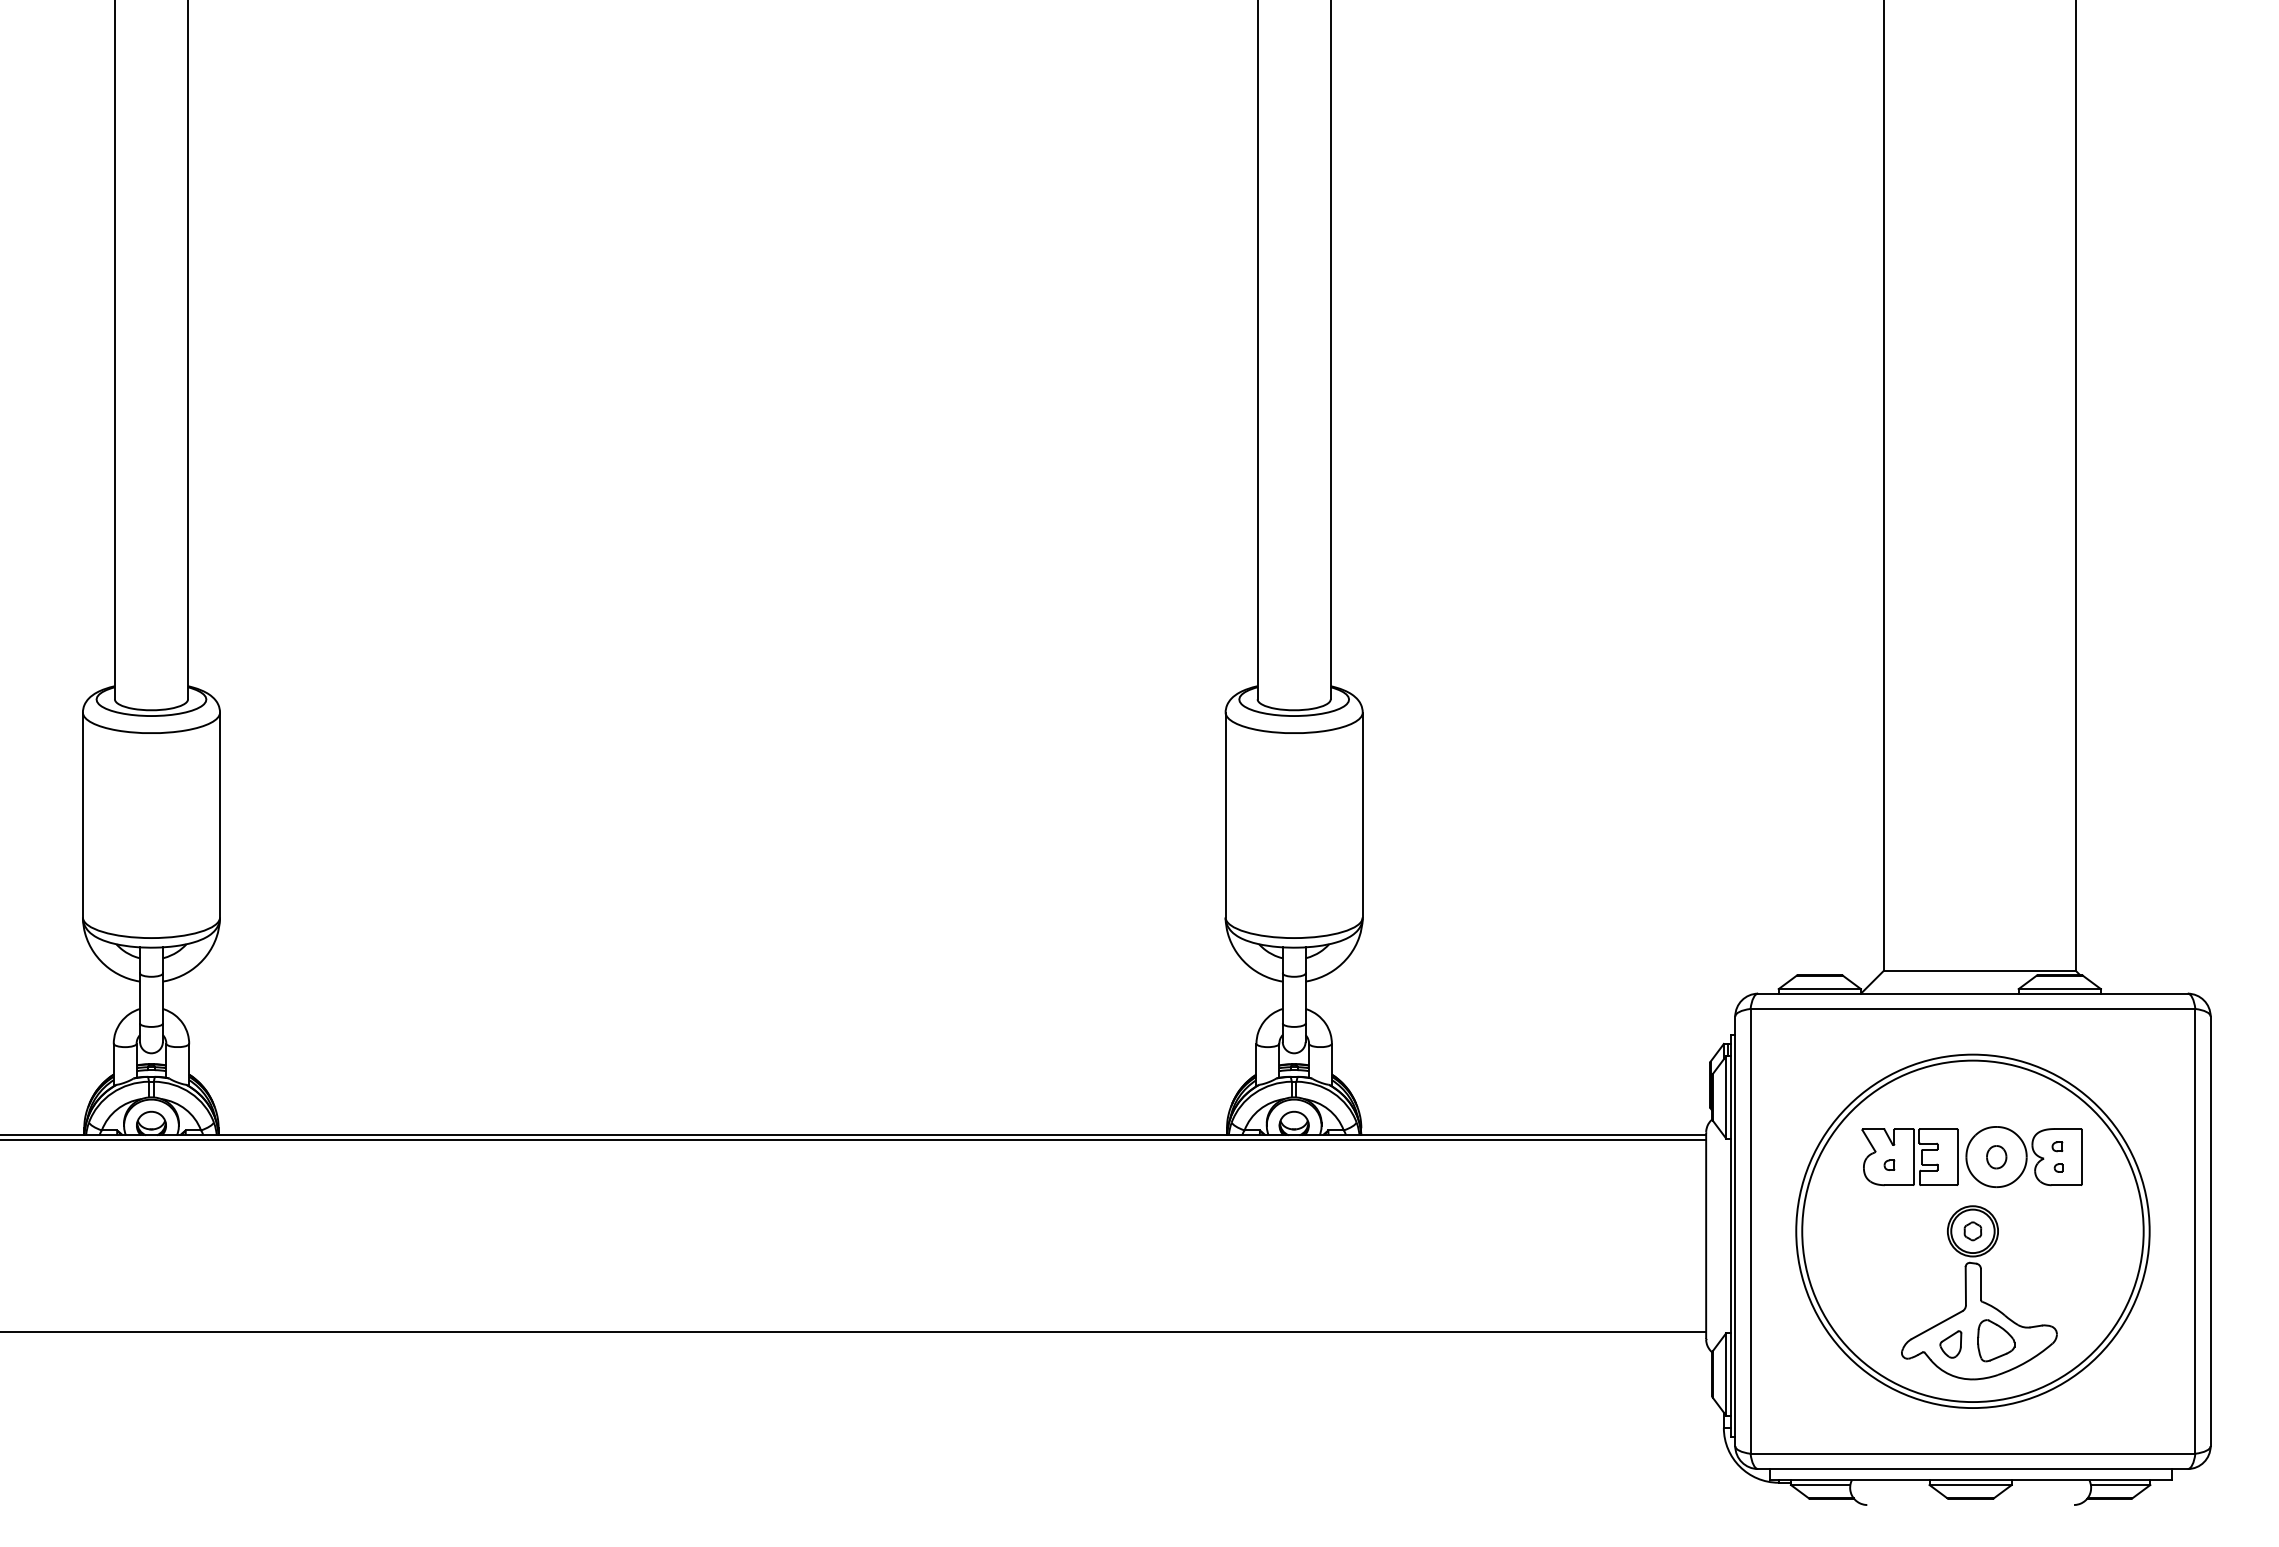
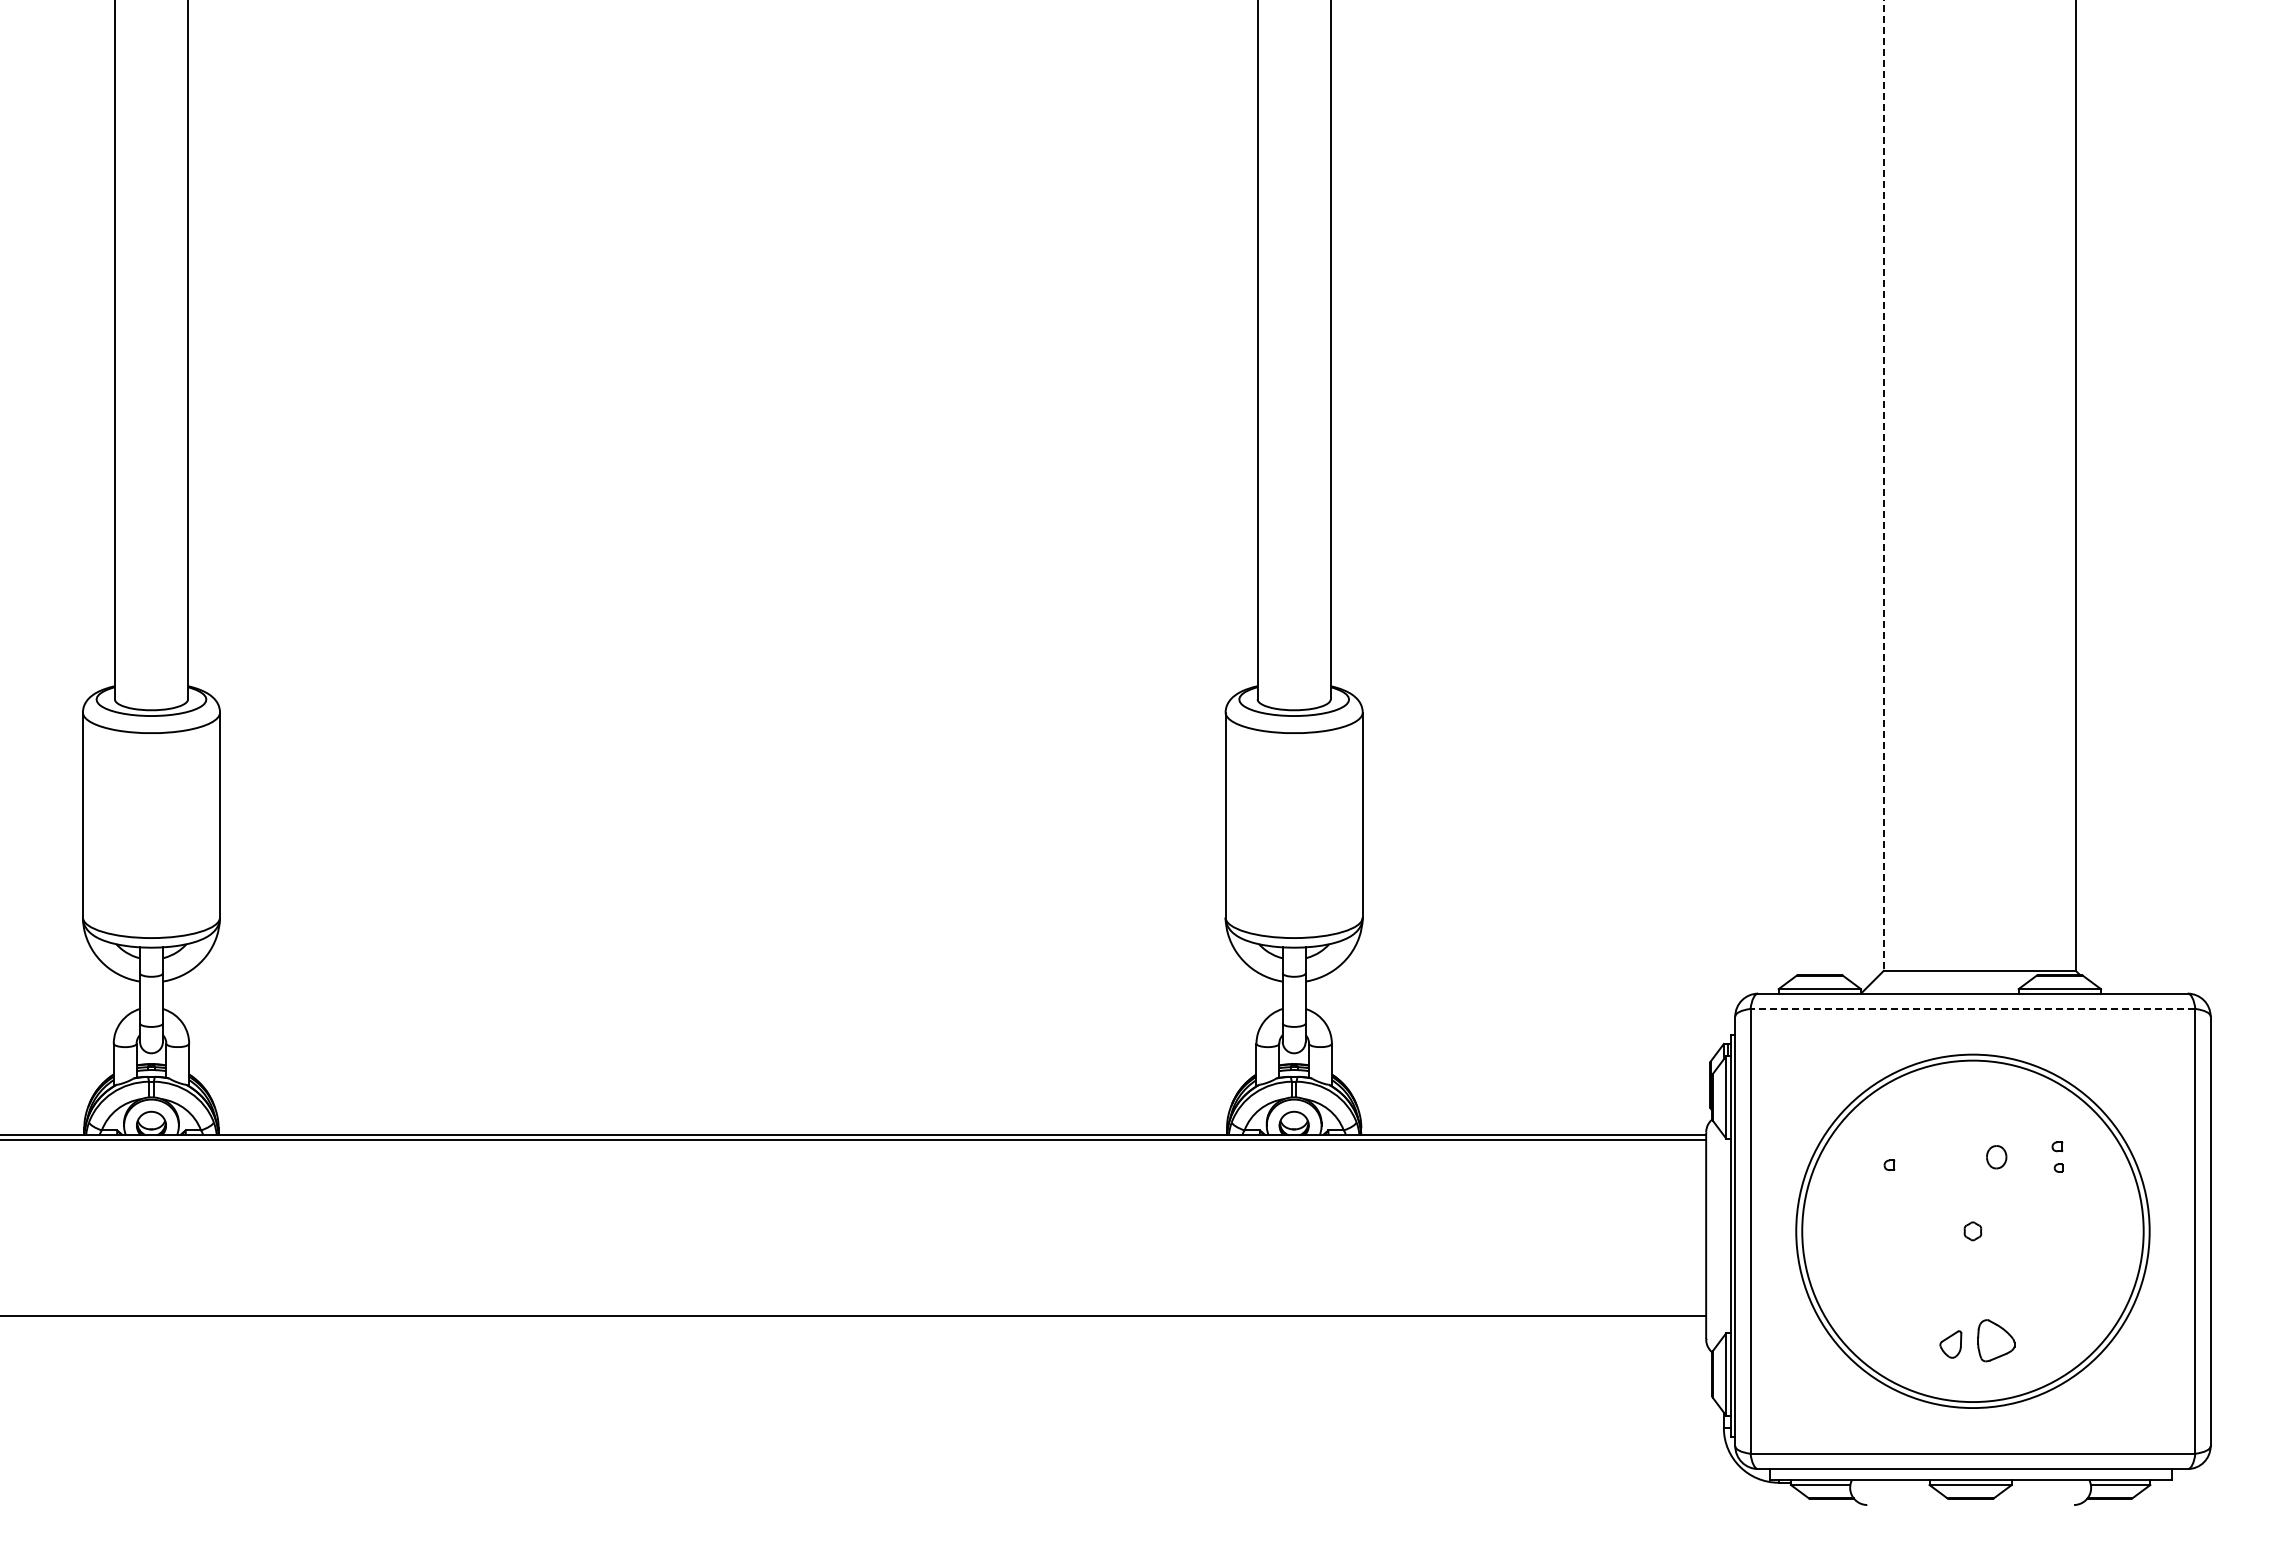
line at (1883, 485): solid -> dashed
line at (1972, 1008): solid -> dashed
part at (1971, 1156): present -> none
part at (1979, 1292): present -> none
line at (854, 1331) position: (854, 1331) -> (854, 1315)
